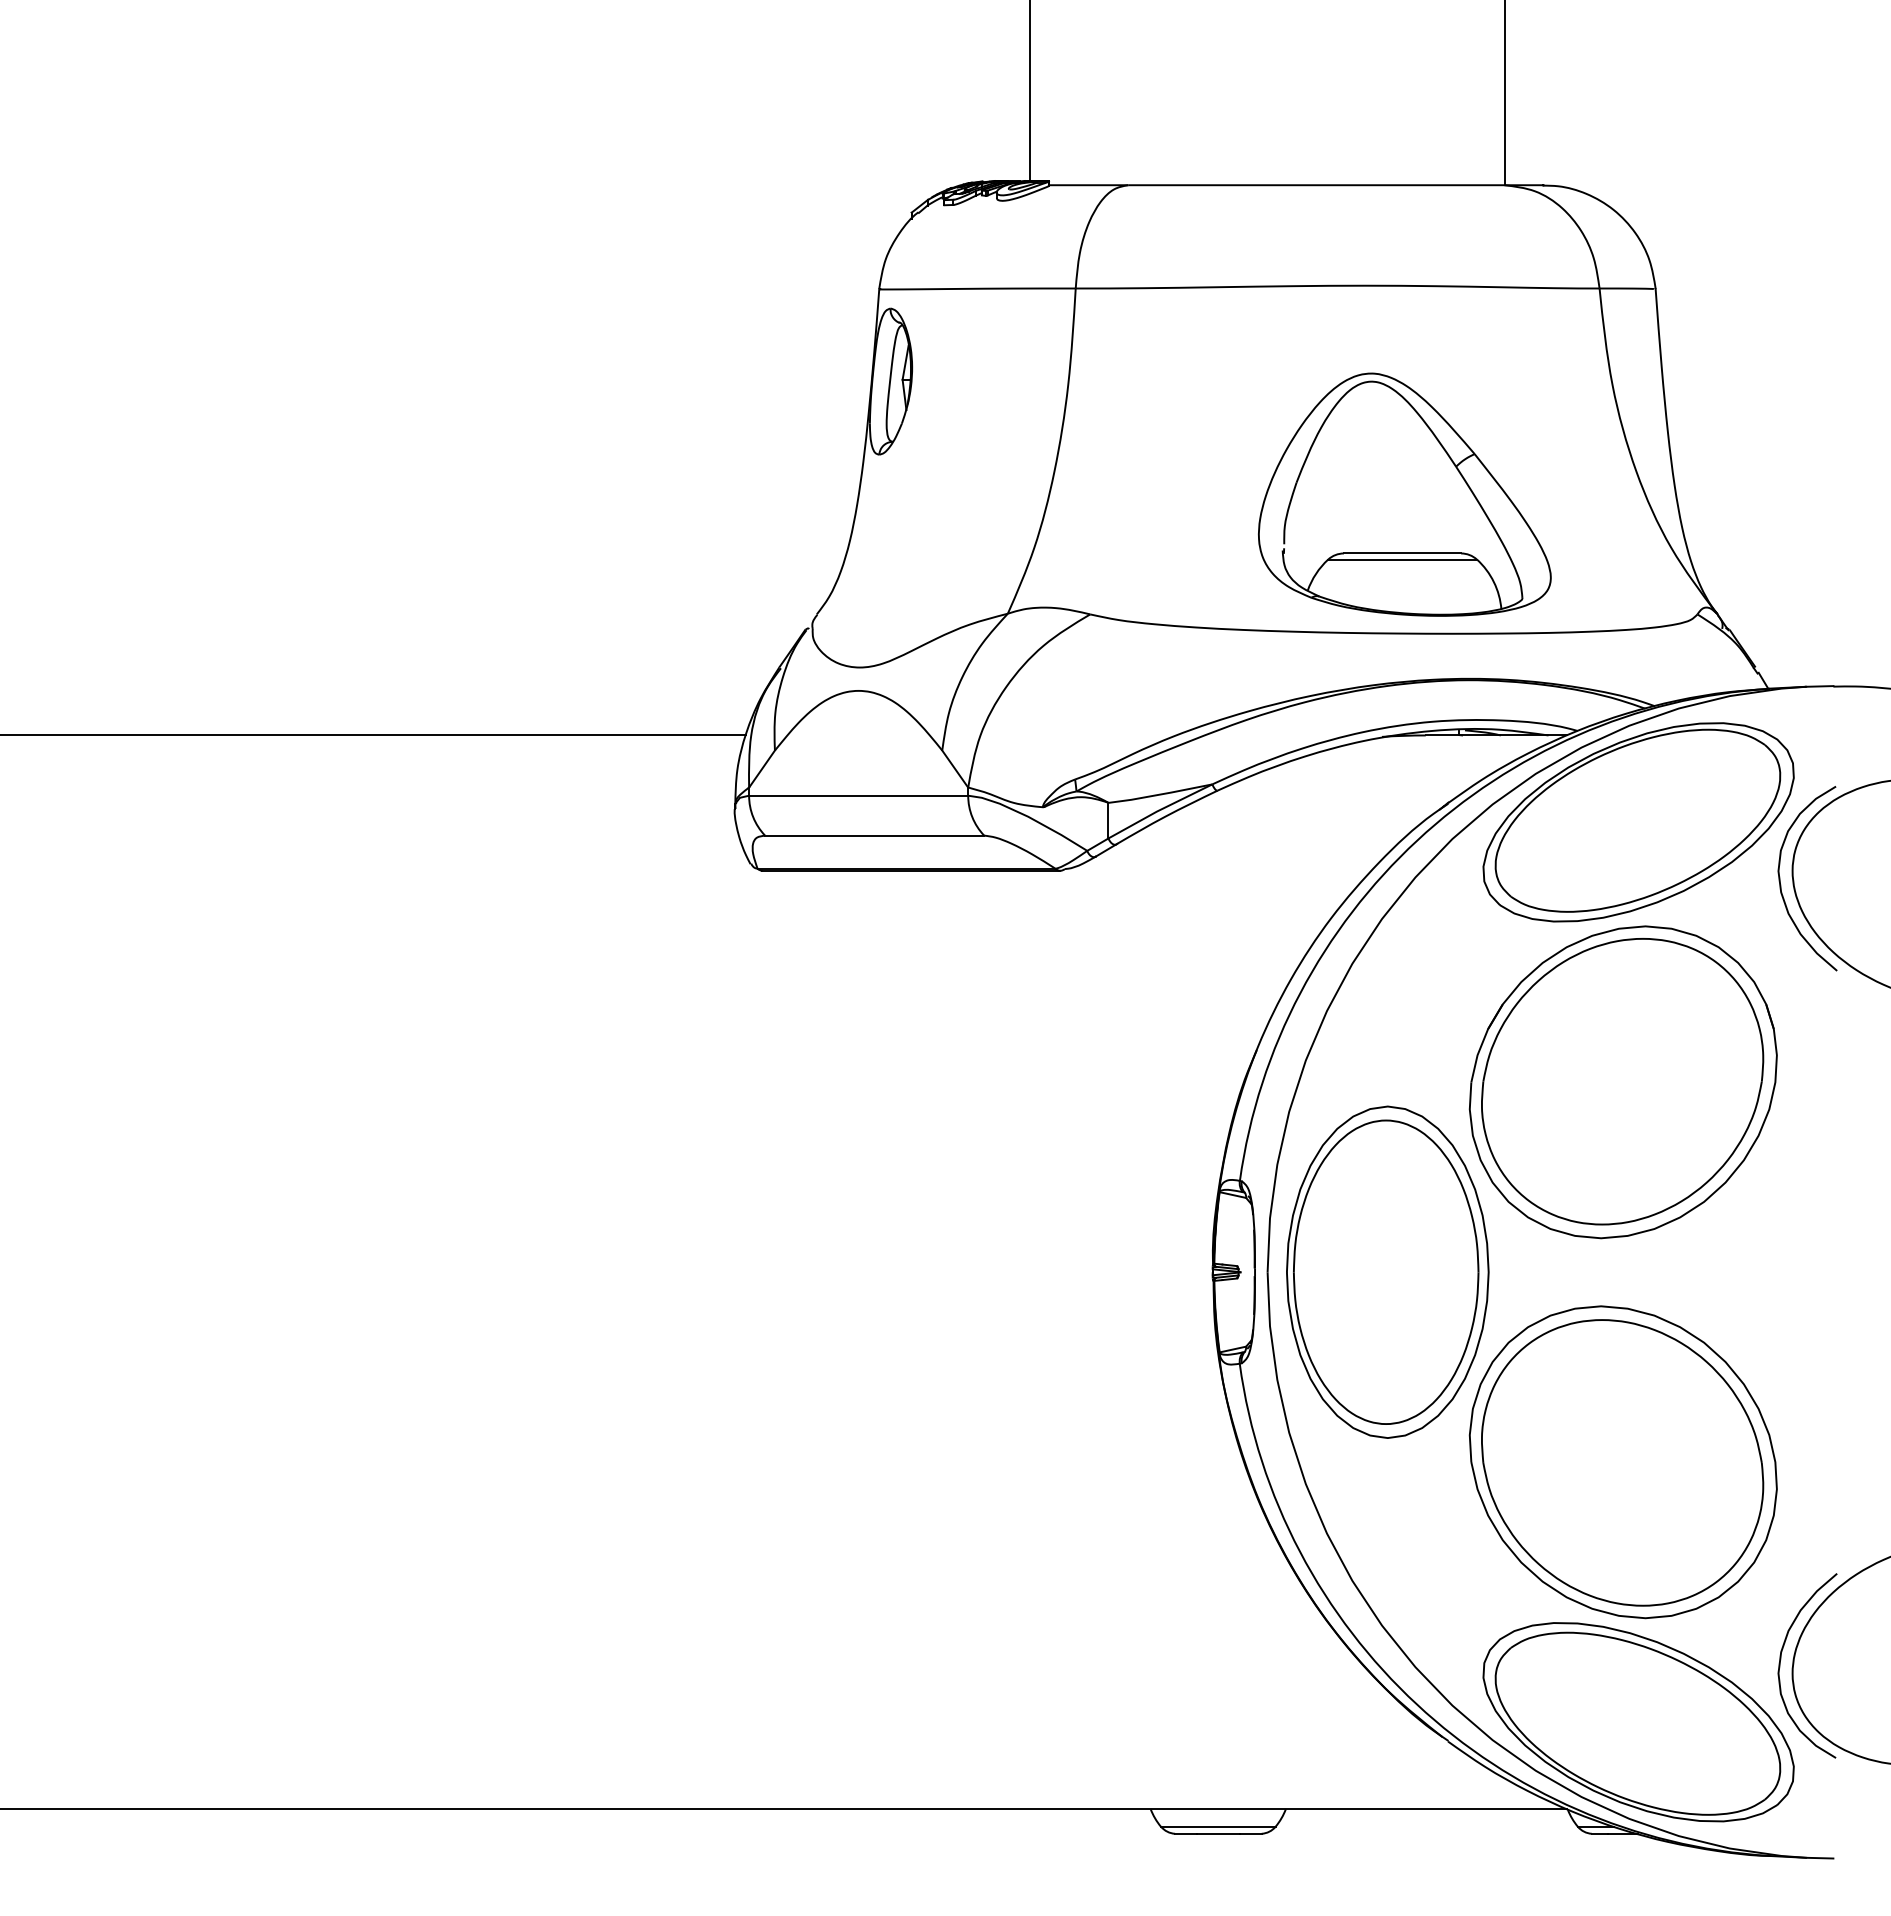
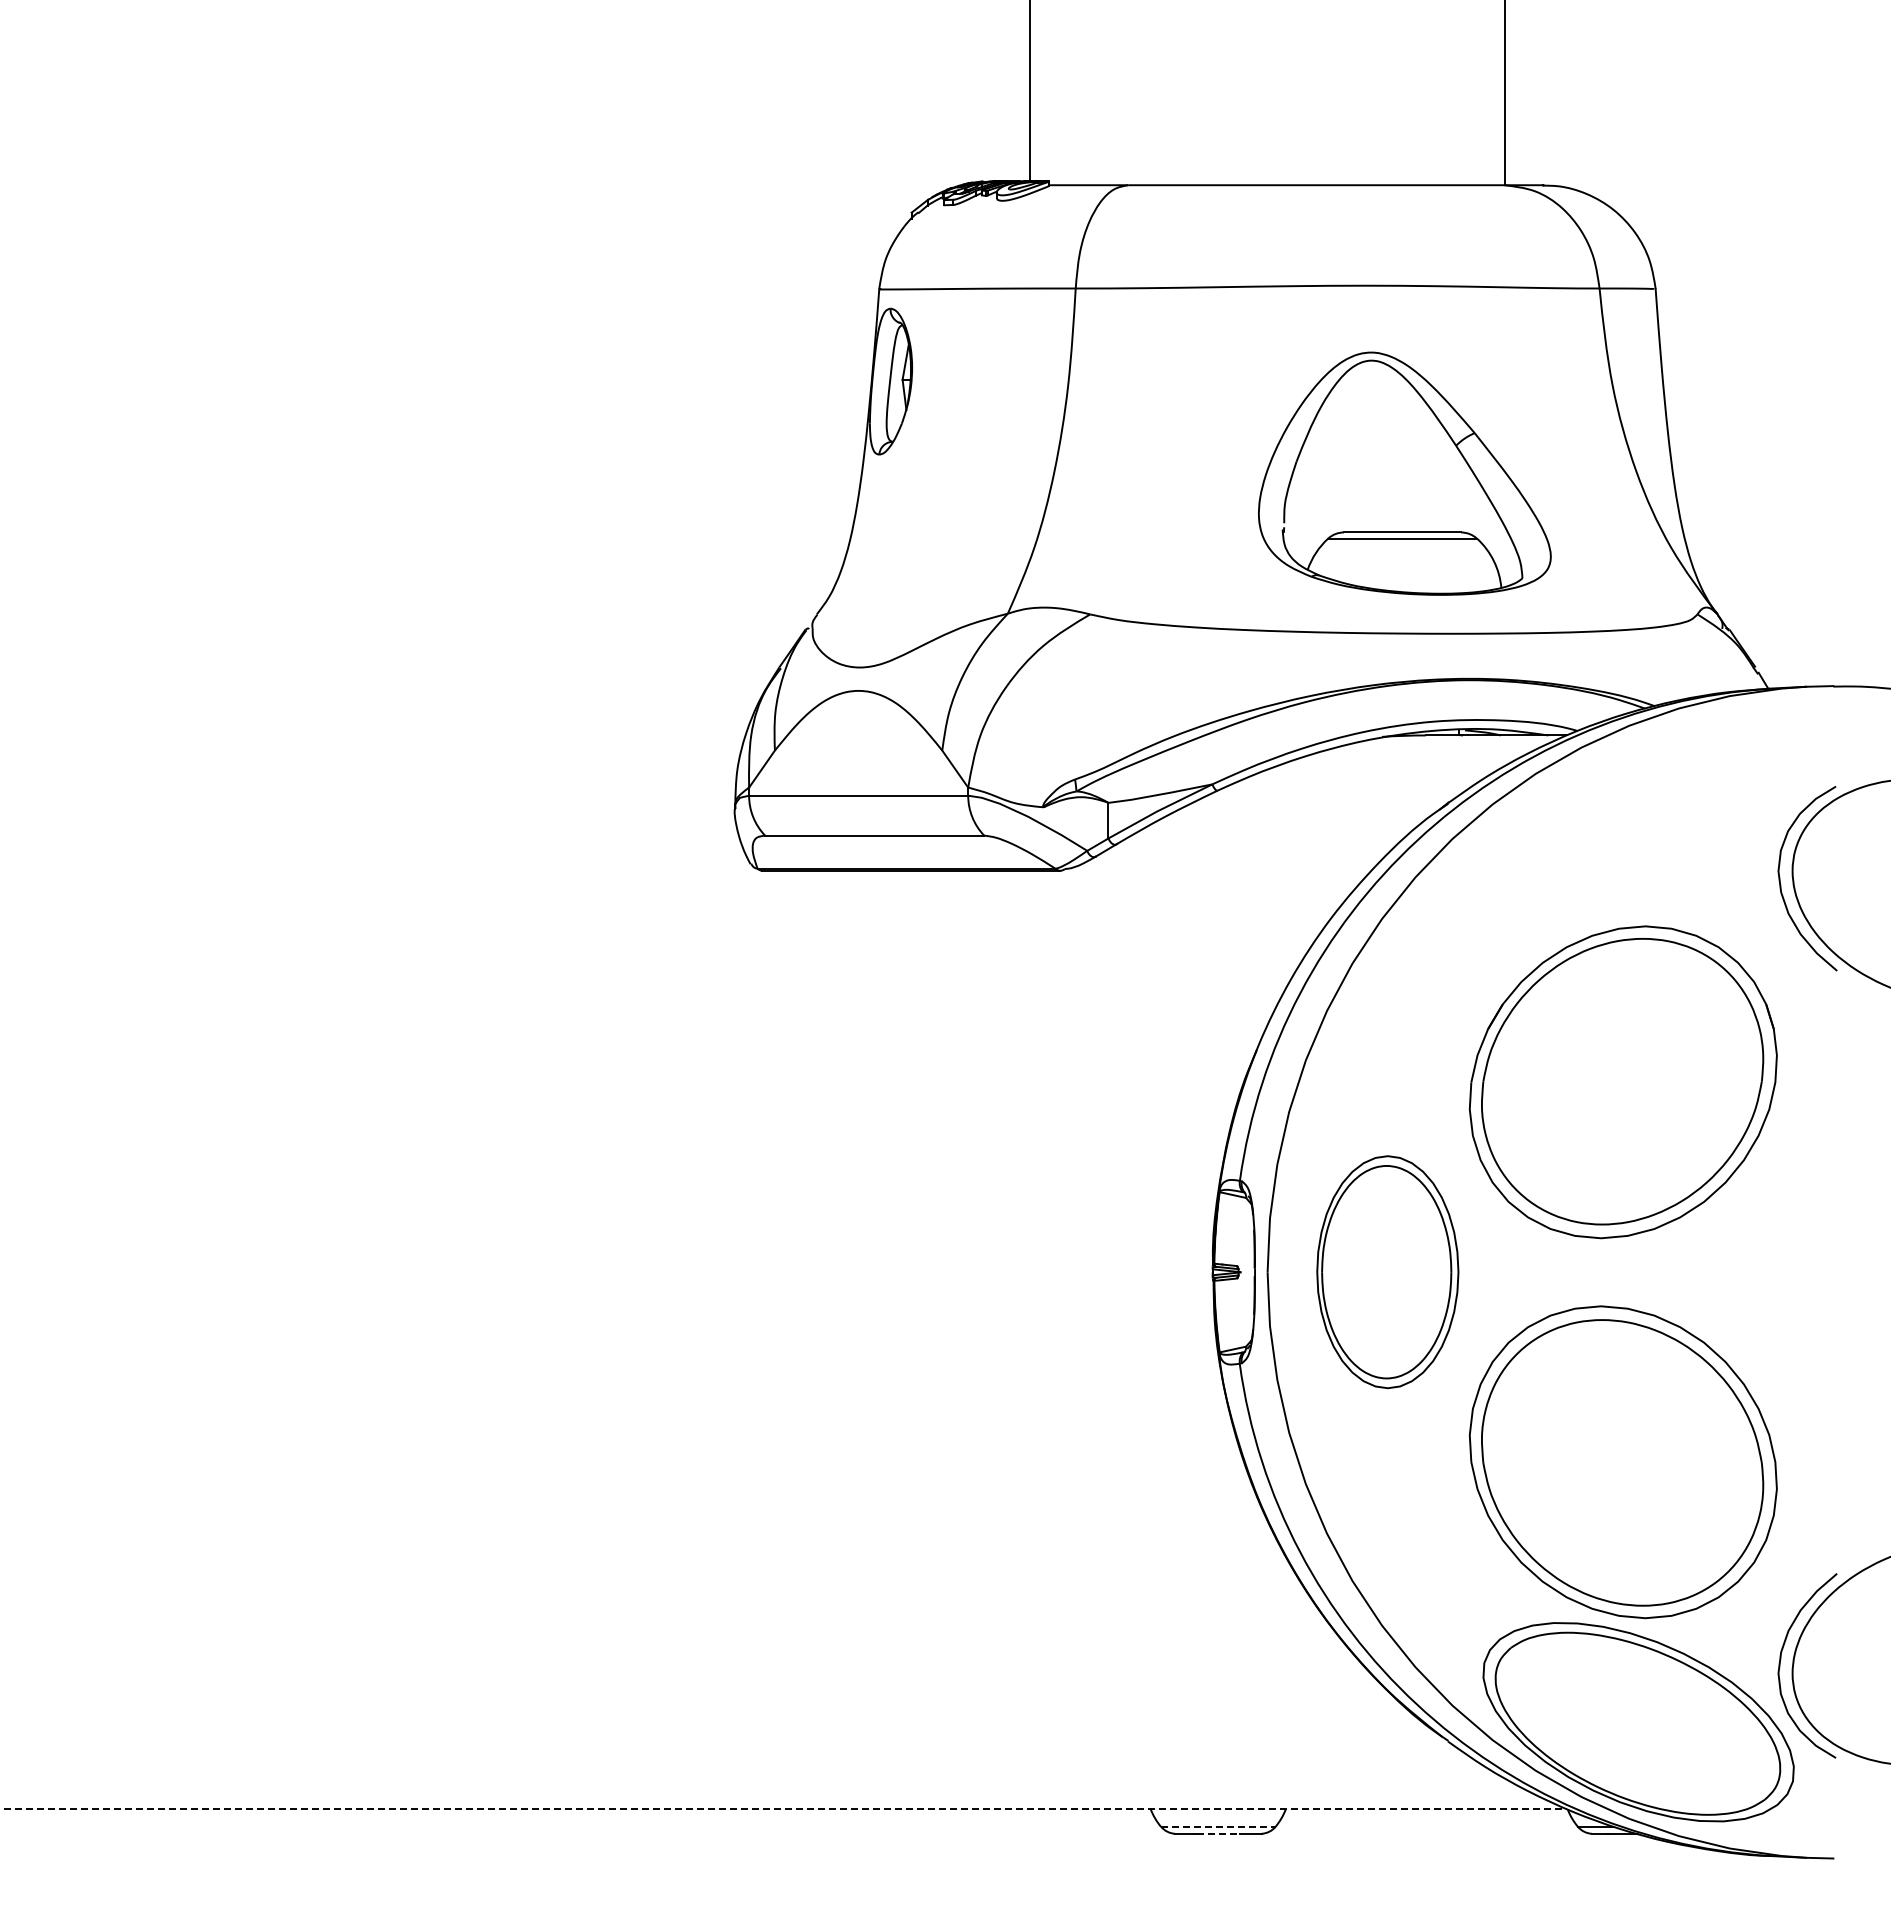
part at (1404, 494) position: (1404, 494) -> (1404, 473)
line at (373, 735): present -> none
part at (1638, 822): present -> none
part at (1387, 1271) size: 204x334 px -> 144x235 px
line at (783, 1809): solid -> dashed
line at (1218, 1826): solid -> dashed
line at (1218, 1833): solid -> dashed
